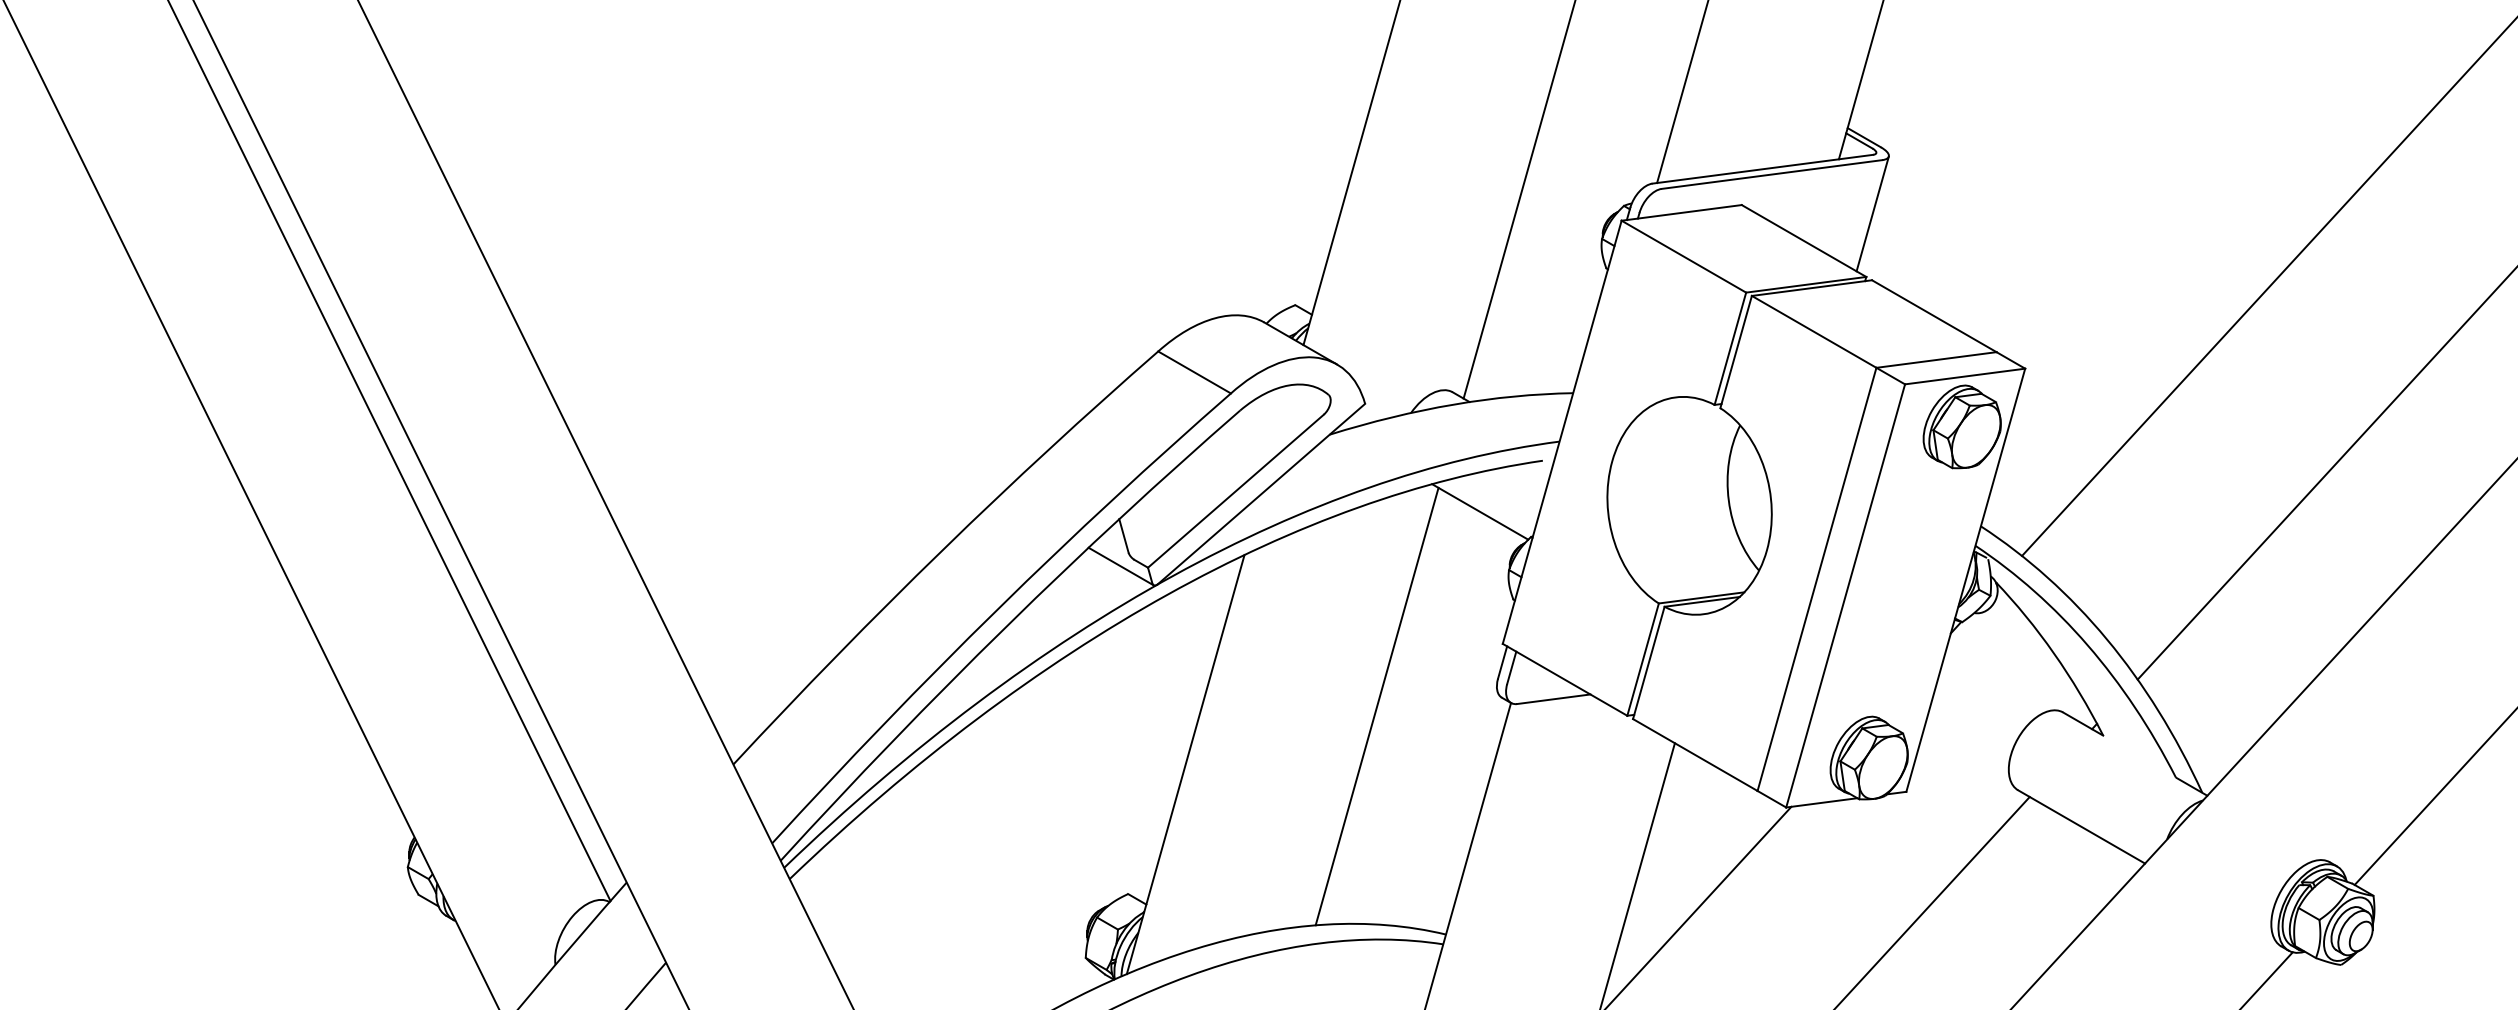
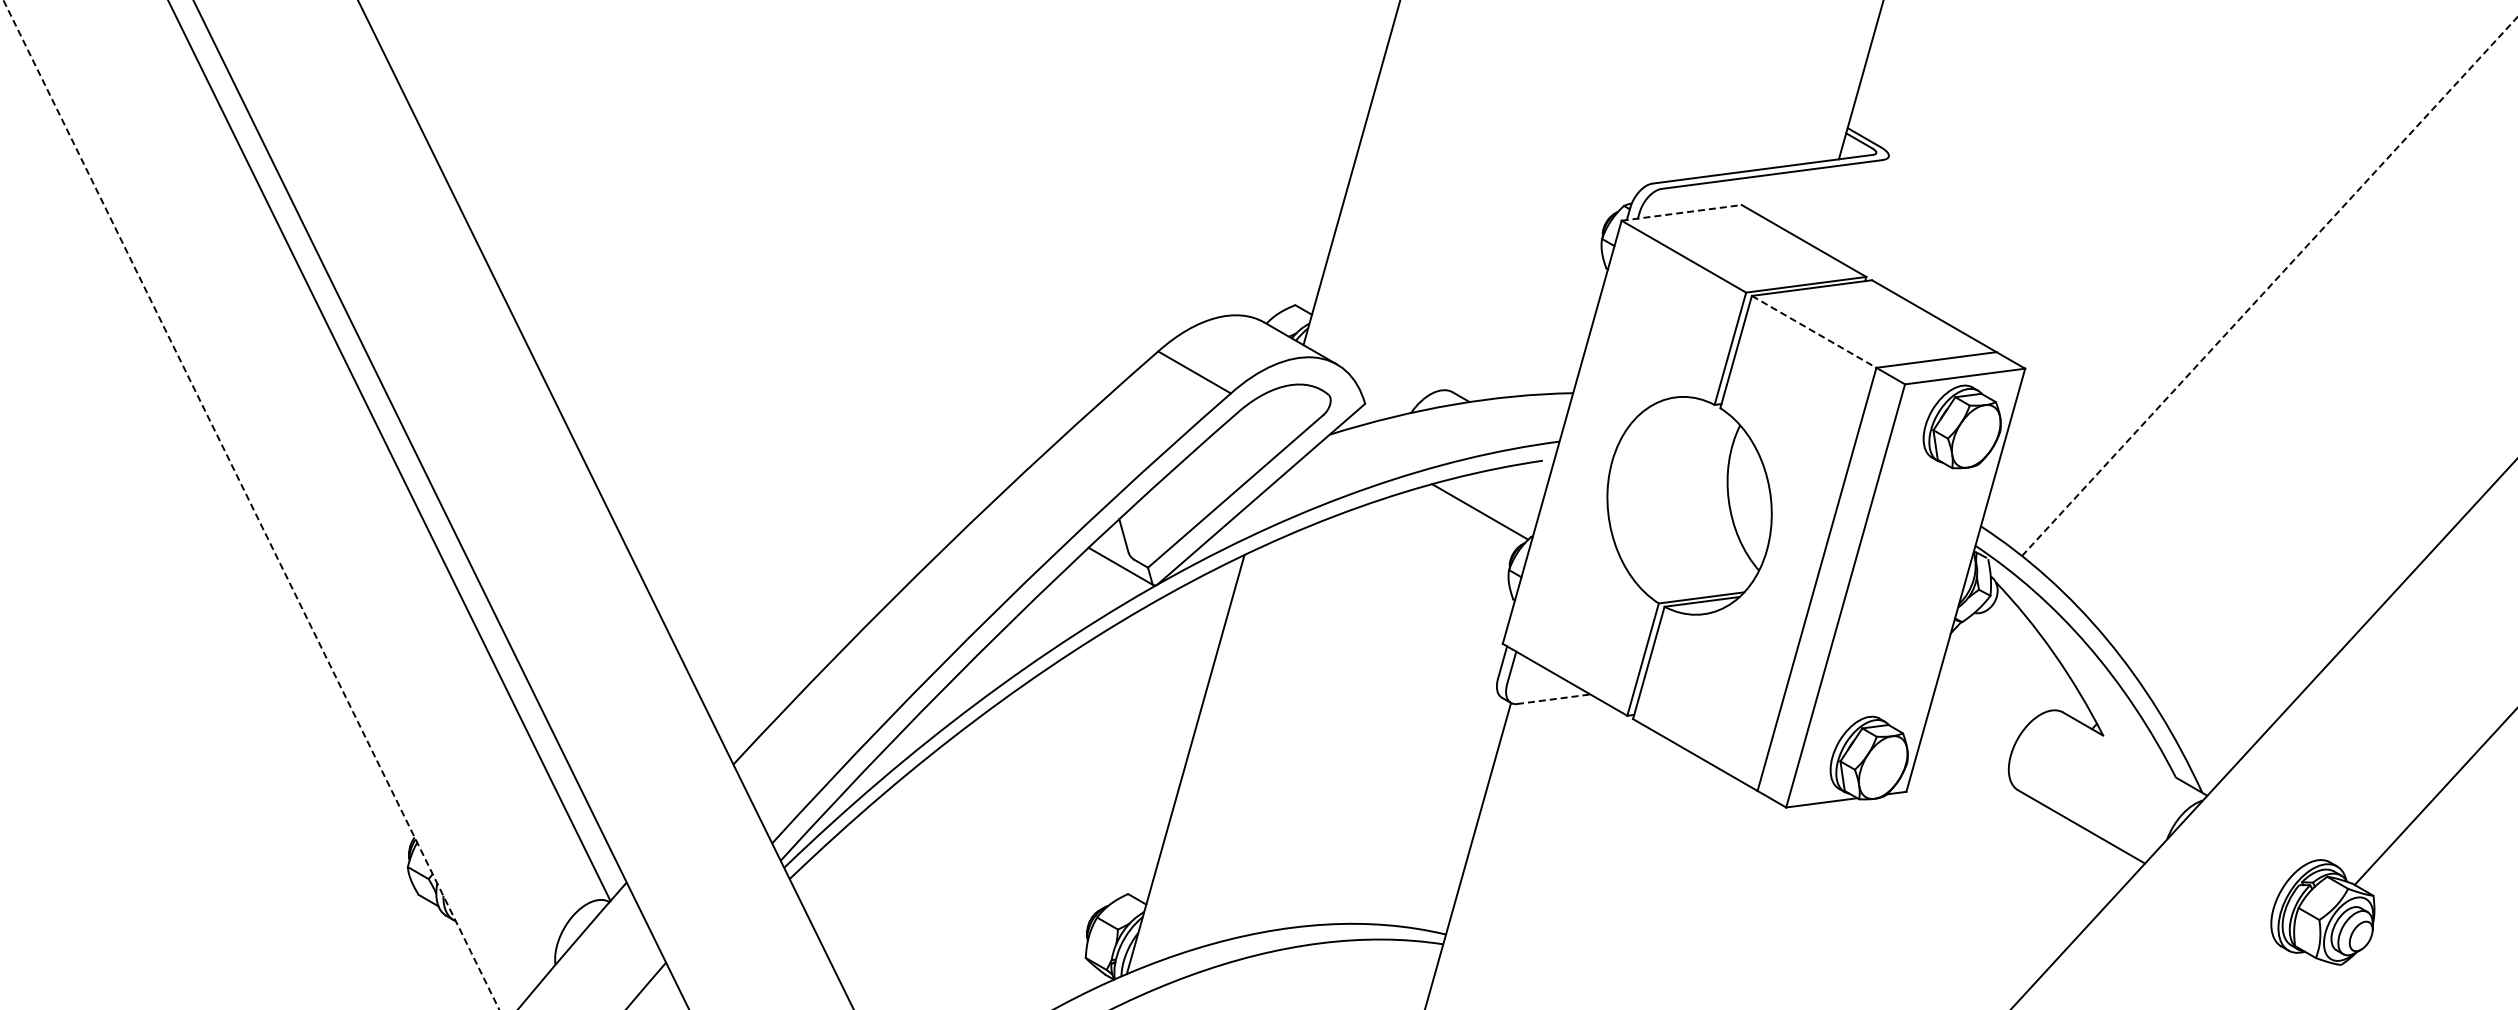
line at (1682, 92): present -> none
line at (1518, 200): present -> none
line at (1681, 212): solid -> dashed
line at (1872, 213): present -> none
line at (2269, 286): solid -> dashed
line at (1814, 331): solid -> dashed
line at (2325, 474): present -> none
line at (251, 504): solid -> dashed
line at (1554, 699): solid -> dashed
line at (1376, 706): present -> none
line at (1637, 874): present -> none
line at (1933, 901): present -> none
line at (1699, 906): present -> none
line at (2267, 979): present -> none
